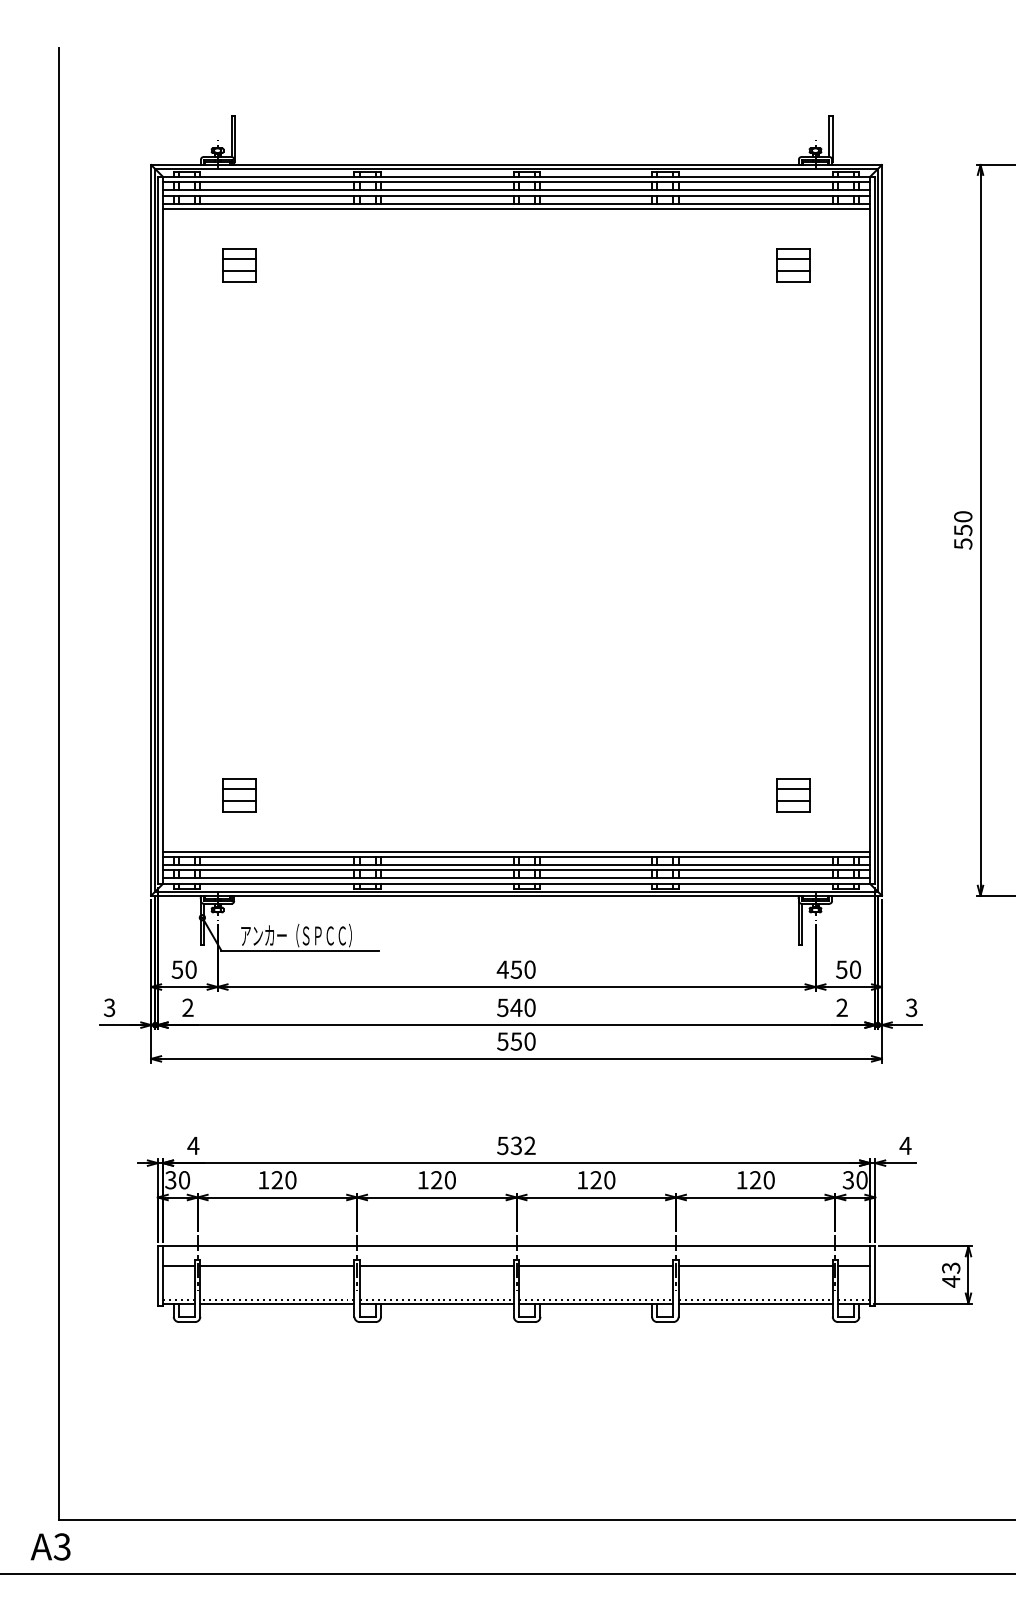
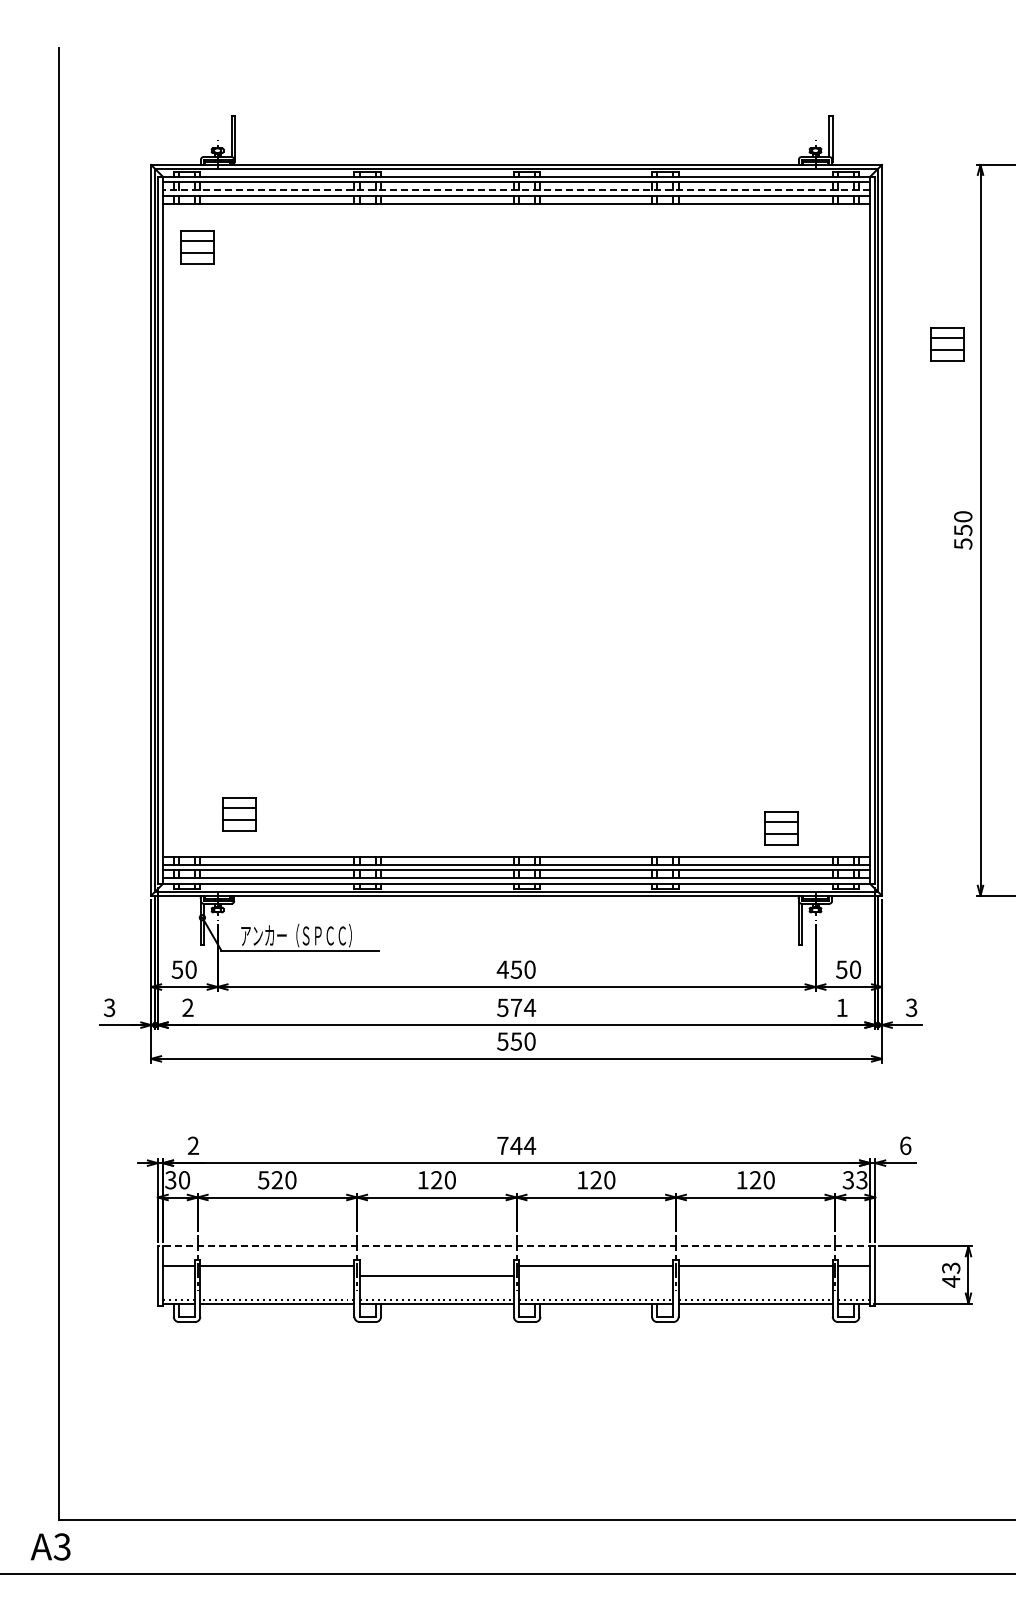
line at (516, 190): solid -> dashed
line at (516, 208): present -> none
part at (239, 265) position: (239, 265) -> (197, 247)
part at (793, 265) position: (793, 265) -> (947, 344)
part at (239, 795) position: (239, 795) -> (239, 814)
part at (793, 795) position: (793, 795) -> (781, 828)
line at (516, 851): present -> none
text at (523, 1007): 540 -> 574
text at (841, 1007): 2 -> 1
text at (193, 1145): 4 -> 2
text at (516, 1145): 532 -> 744
text at (905, 1145): 4 -> 6
text at (263, 1180): 120 -> 520
text at (861, 1180): 30 -> 33
line at (516, 1246): solid -> dashed
line at (436, 1266) position: (436, 1266) -> (436, 1276)
